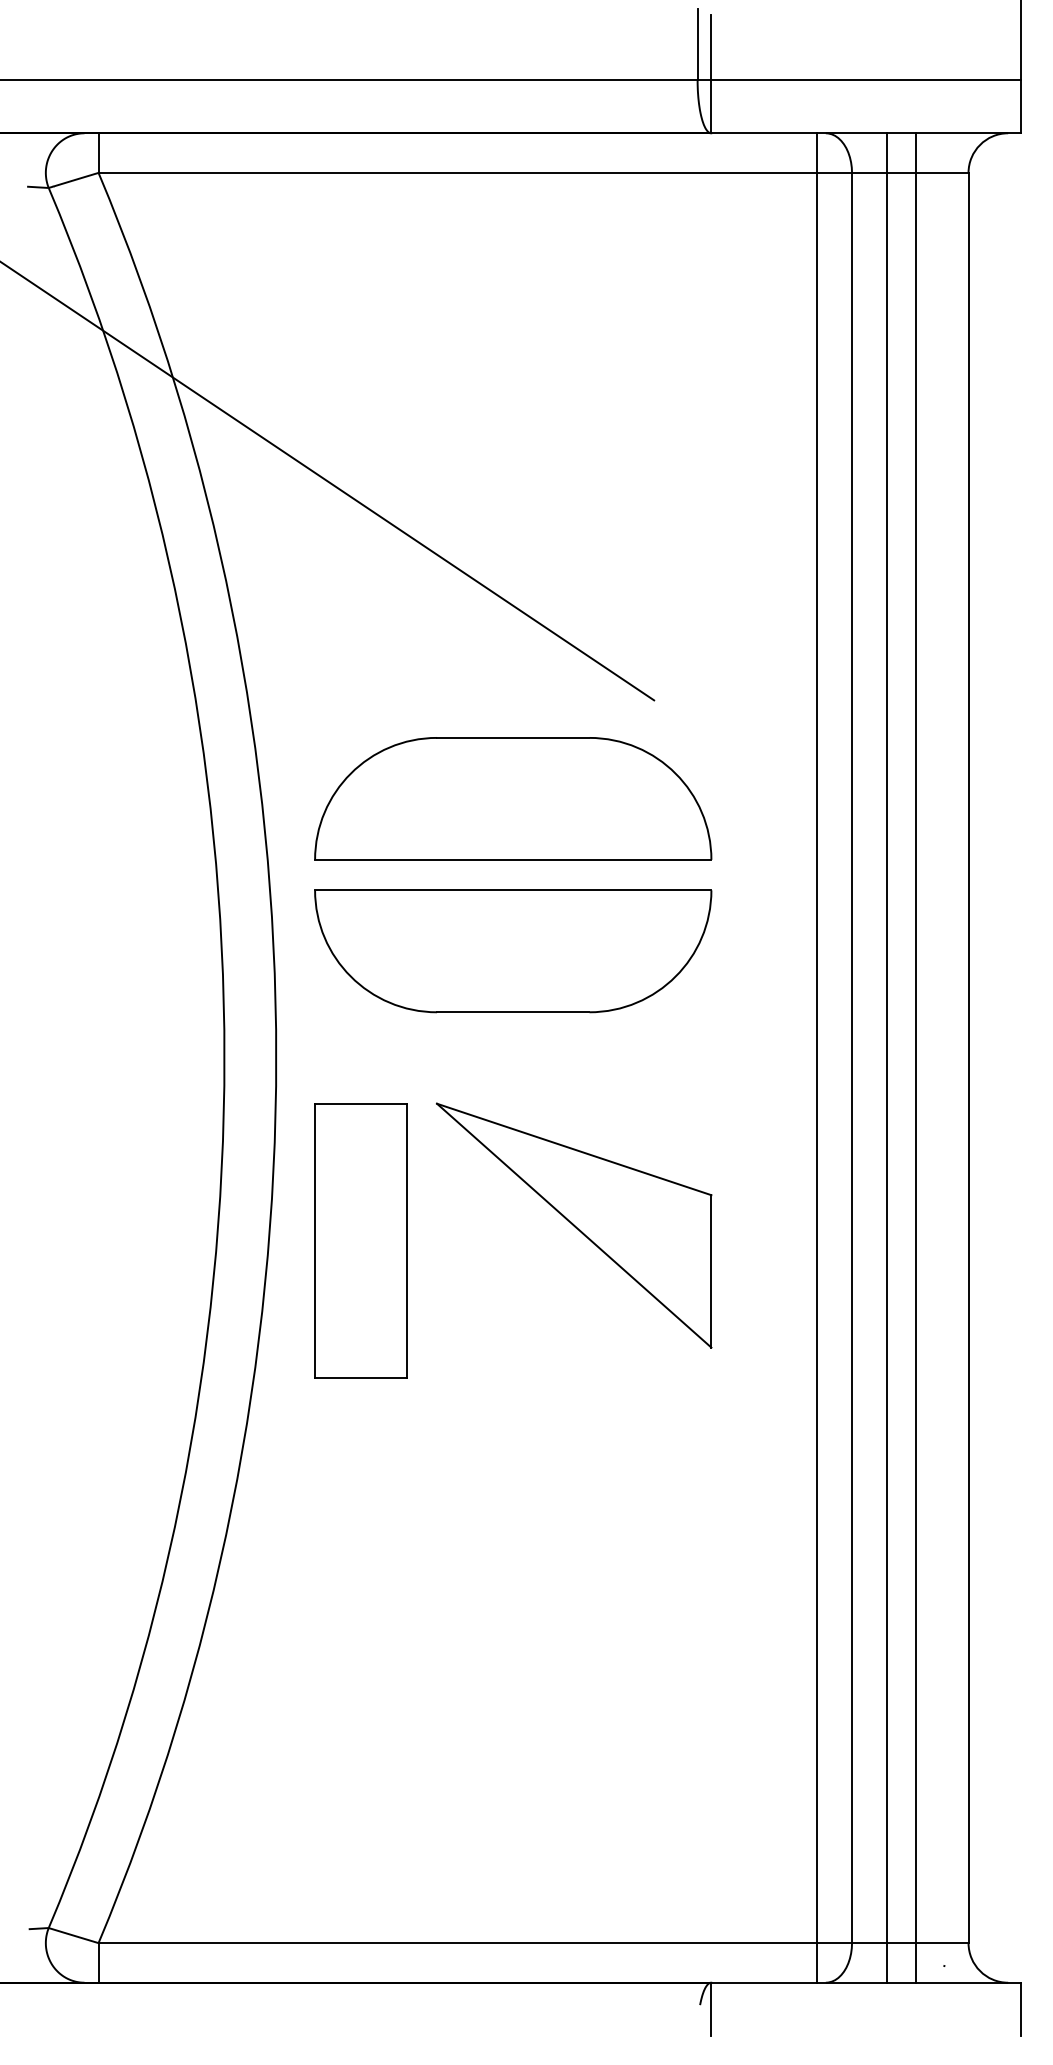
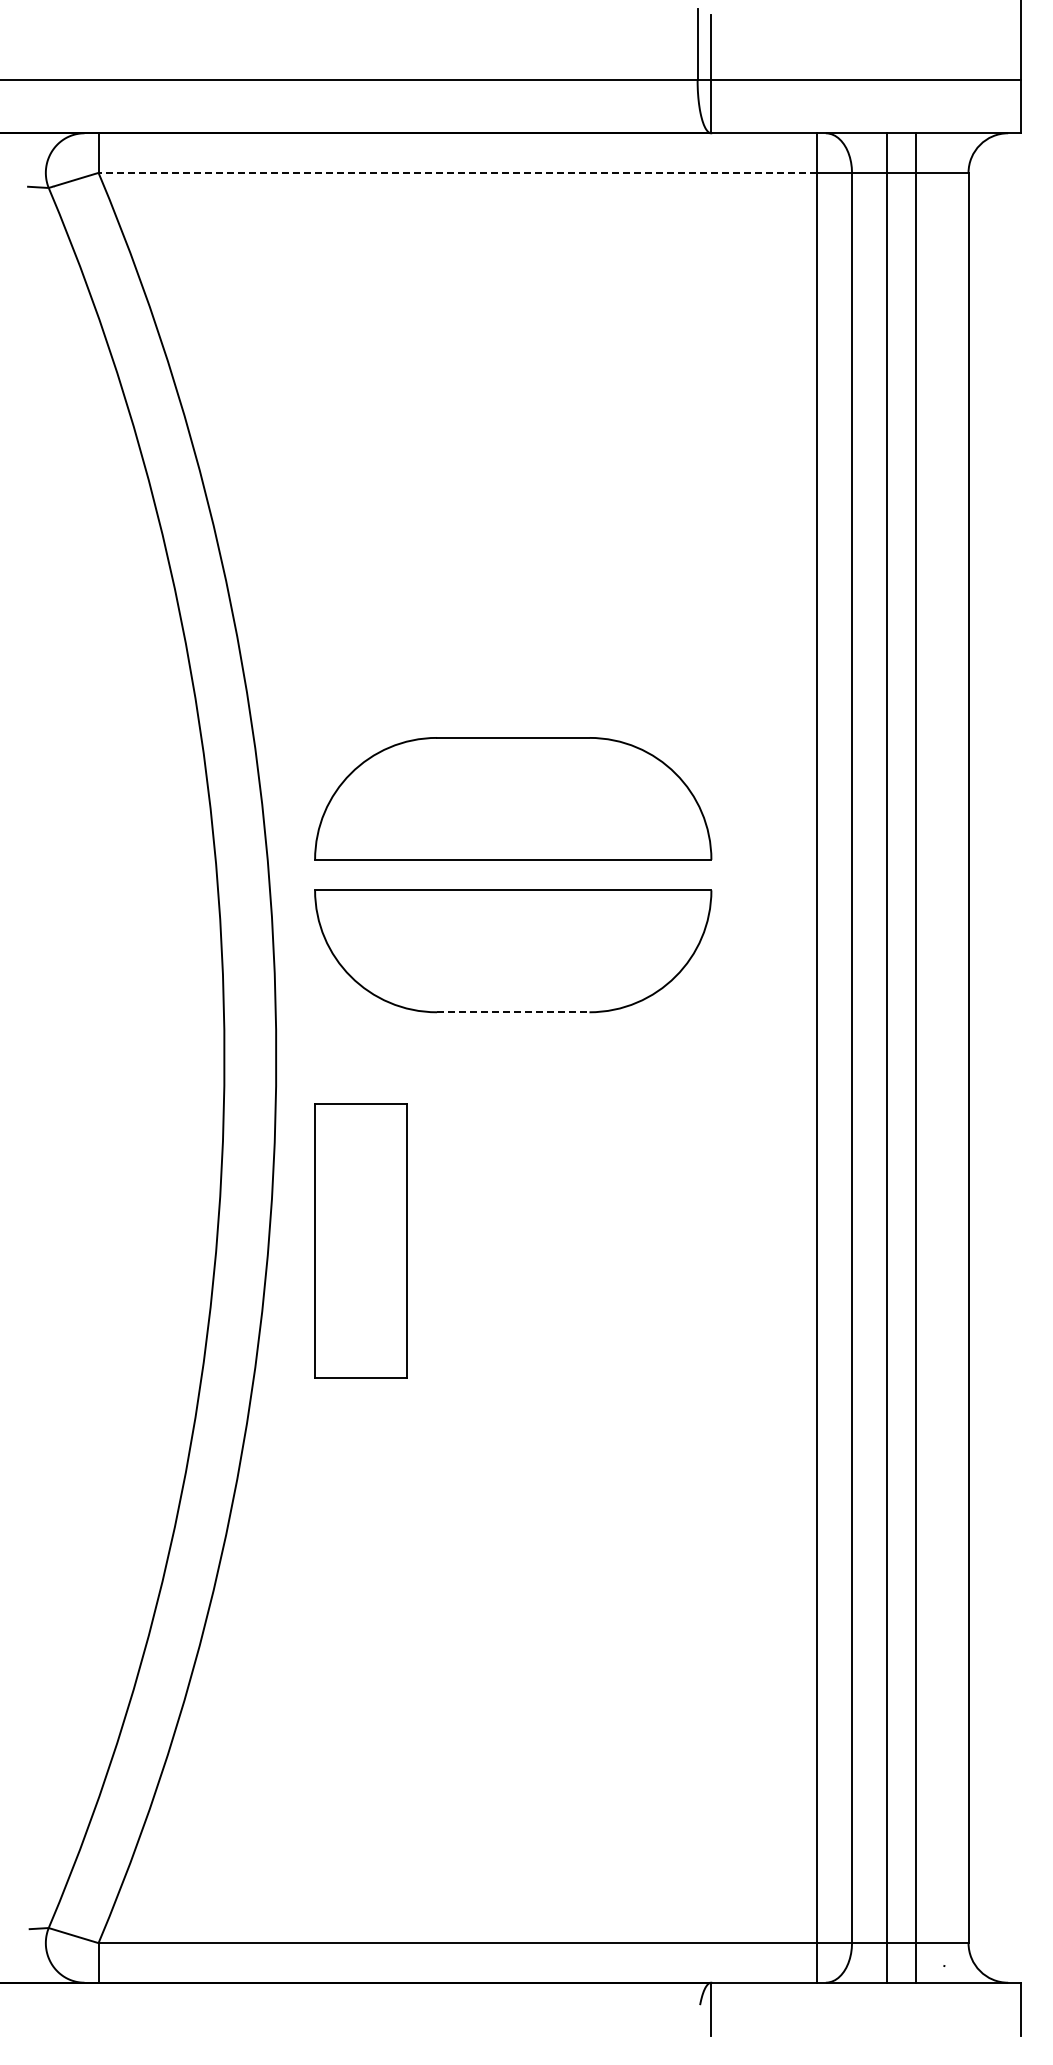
line at (457, 172): solid -> dashed
line at (328, 481): present -> none
line at (513, 1012): solid -> dashed
part at (574, 1225): present -> none
